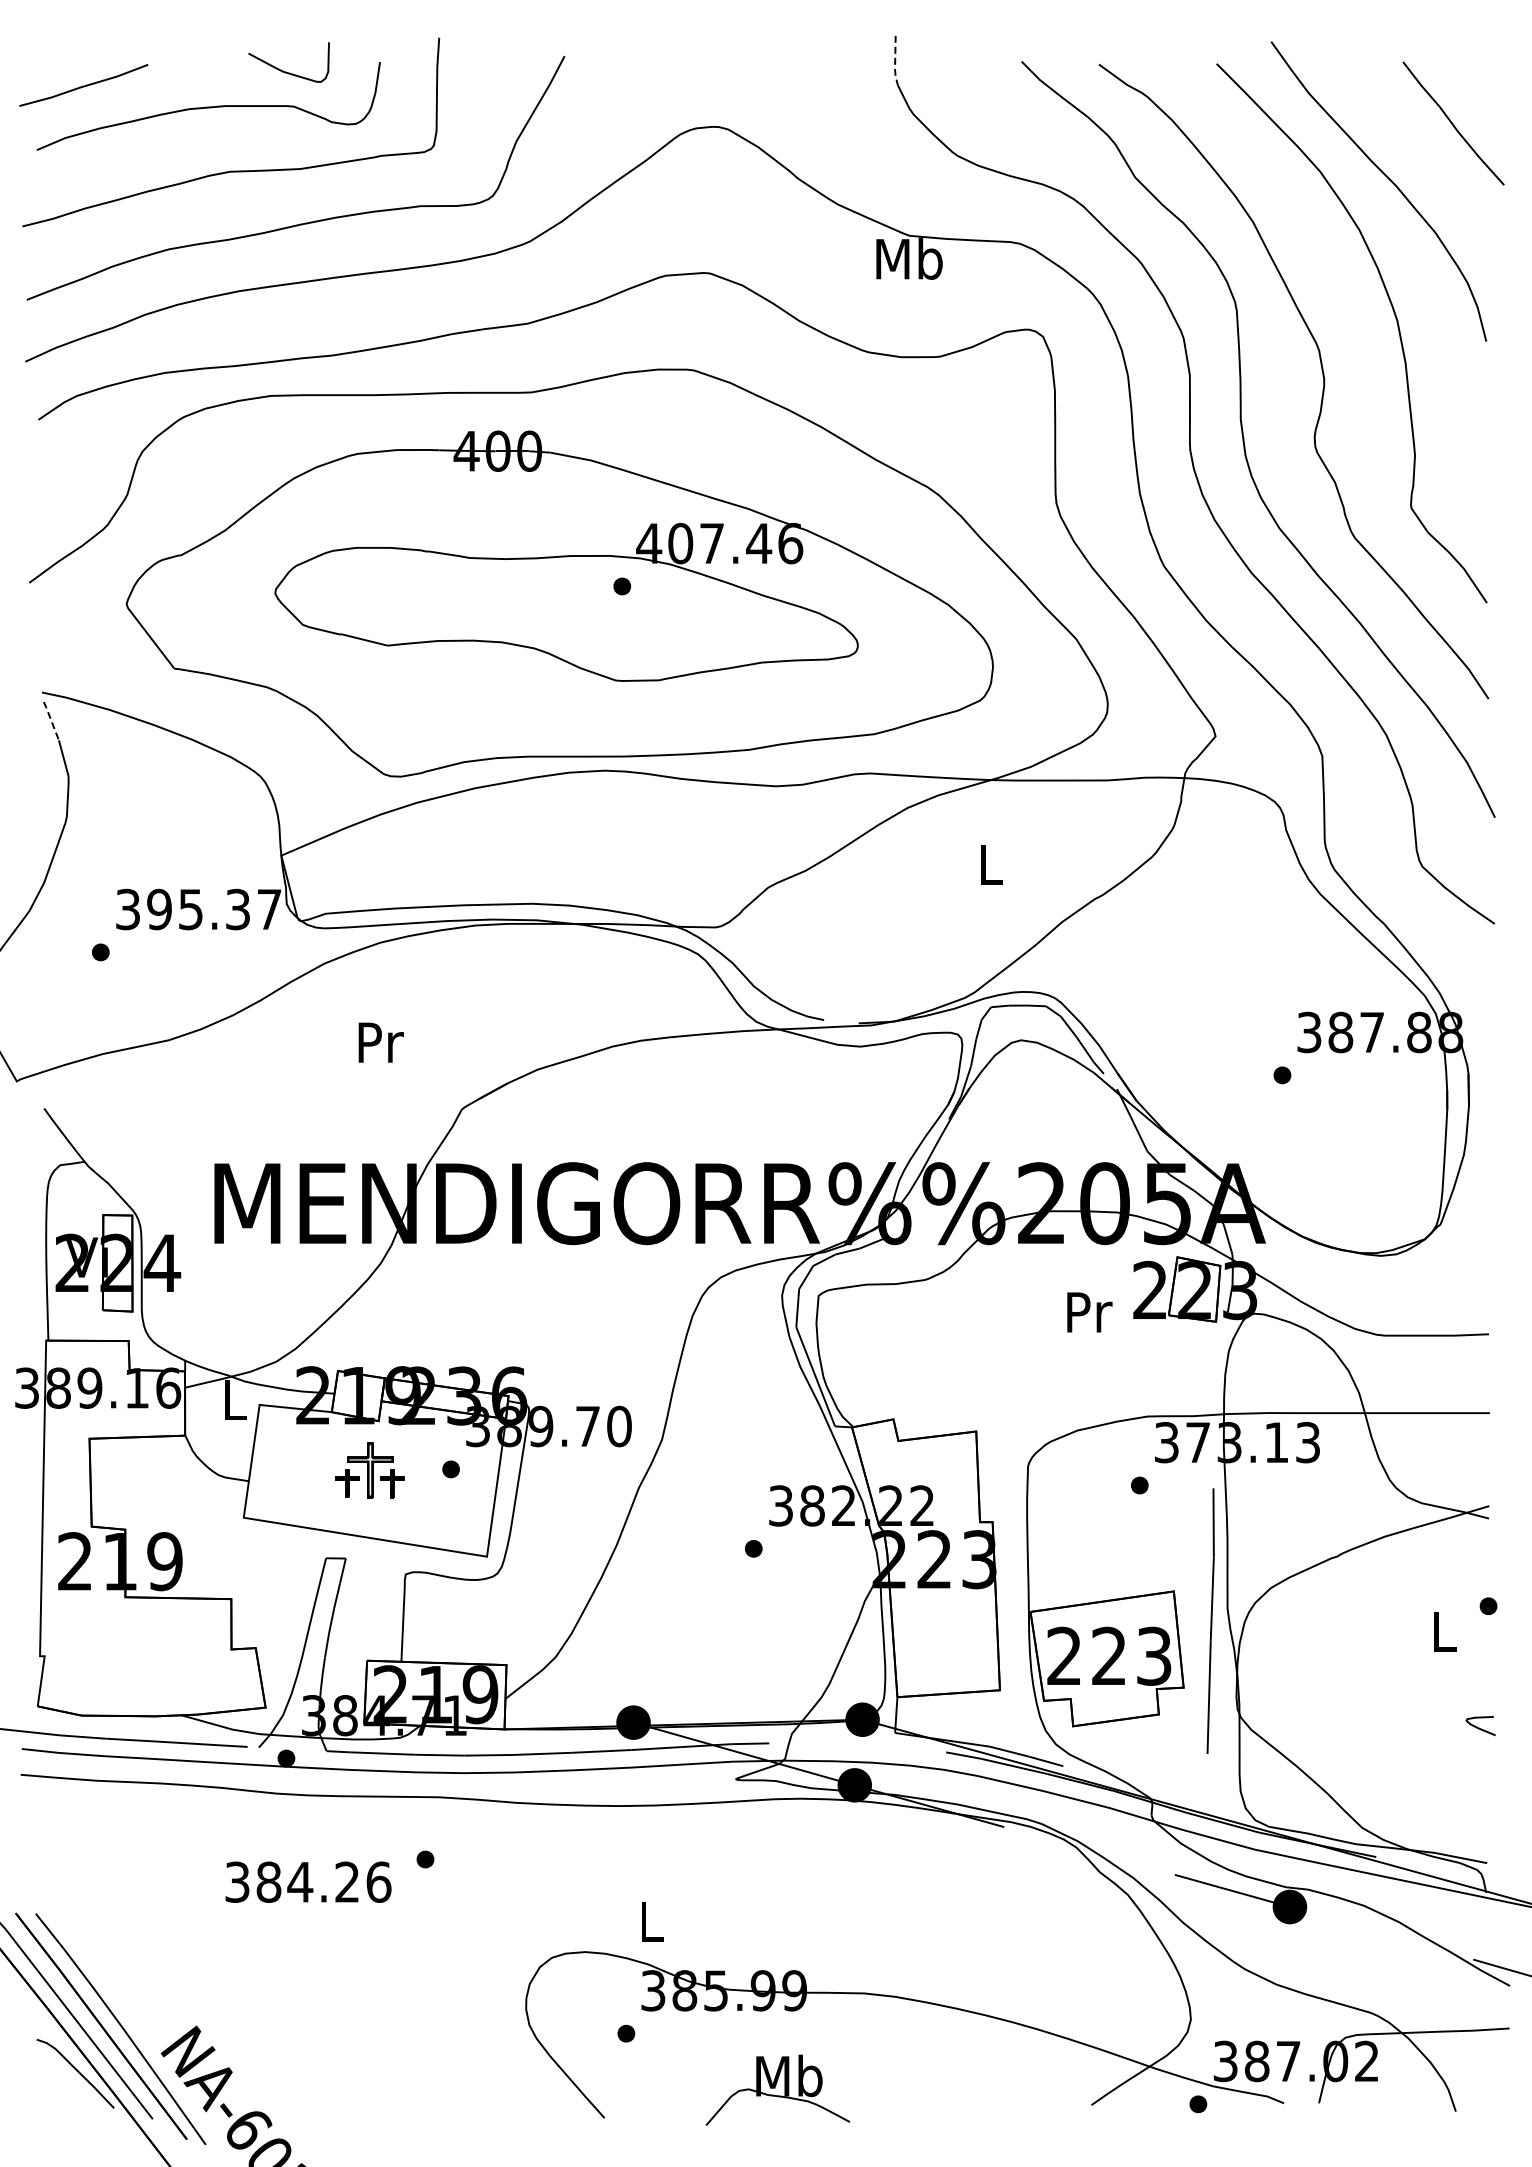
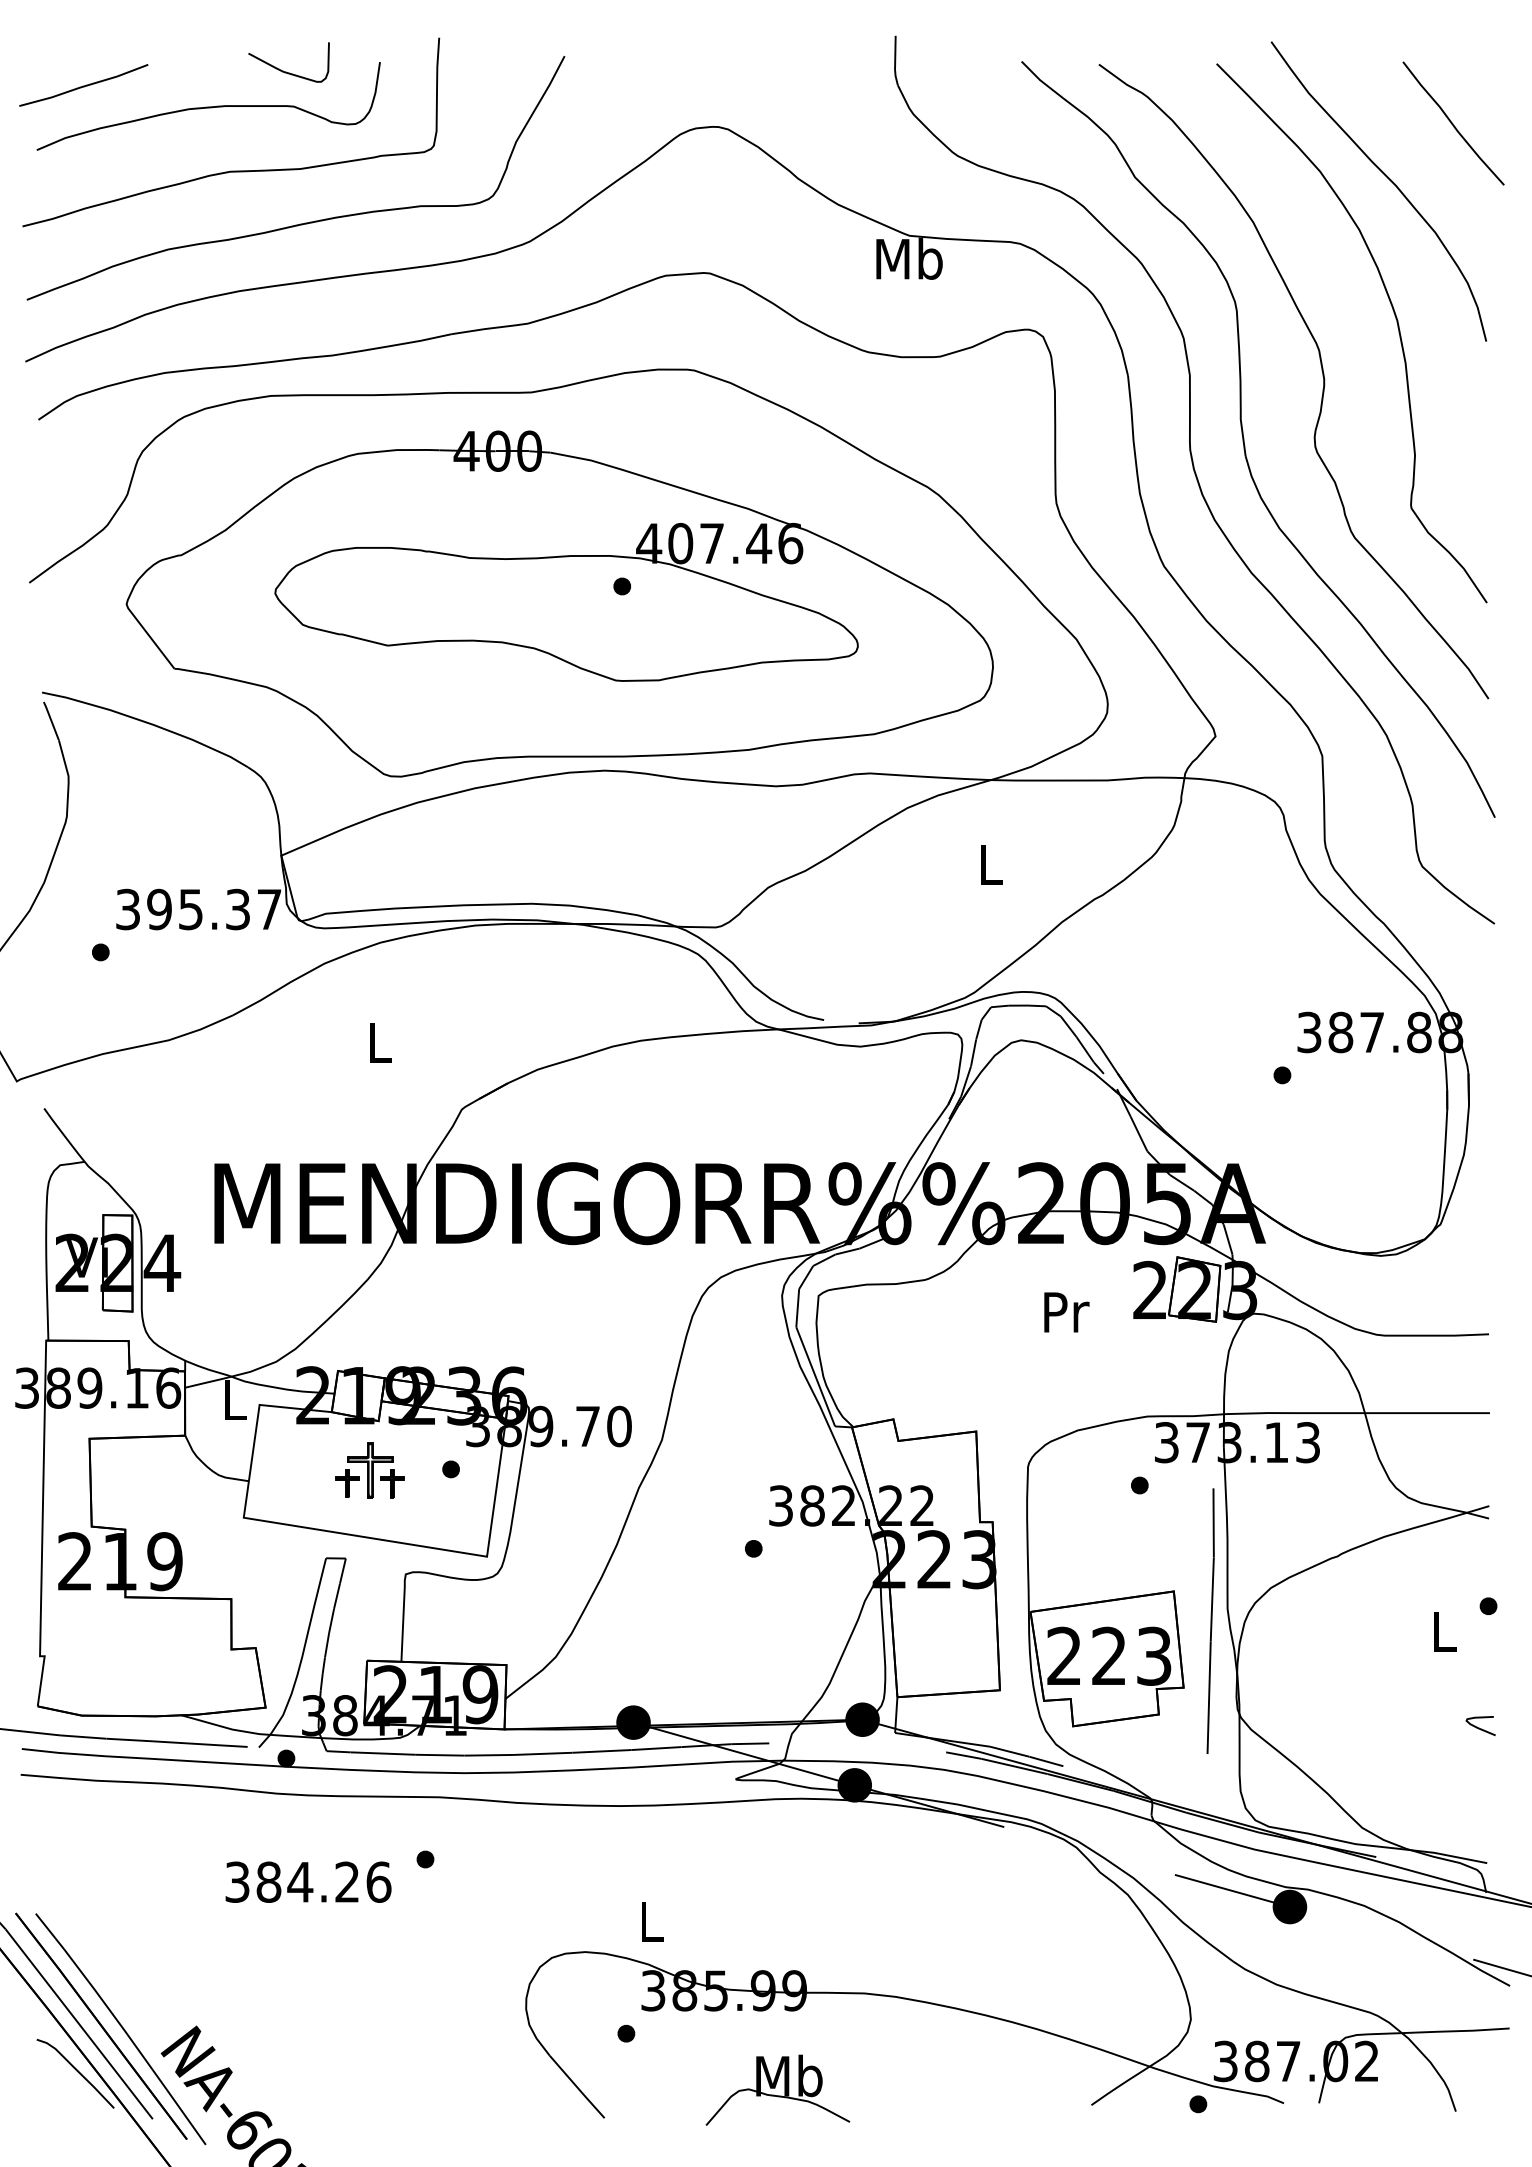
line at (895, 62): dashed -> solid
line at (51, 721): dashed -> solid
text at (380, 1042): Pr -> L
text at (1089, 1312) position: (1089, 1312) -> (1066, 1312)
